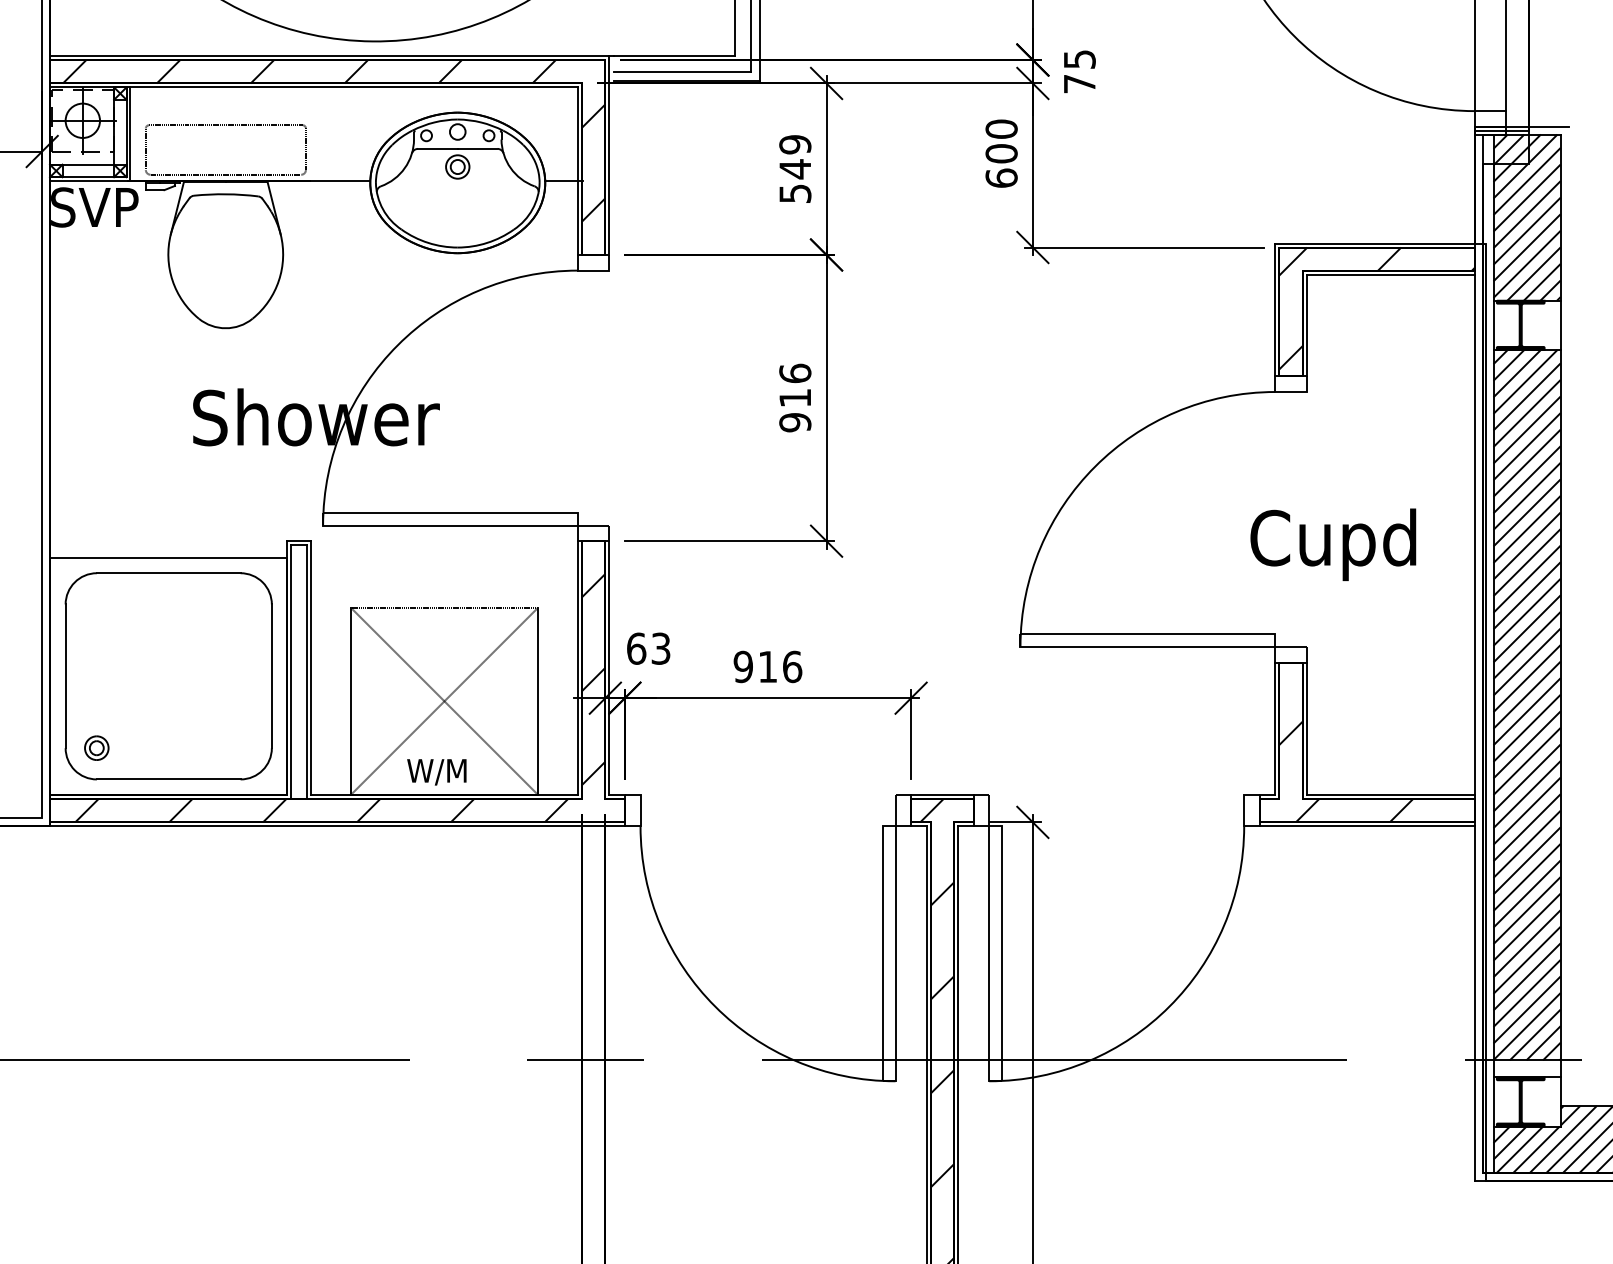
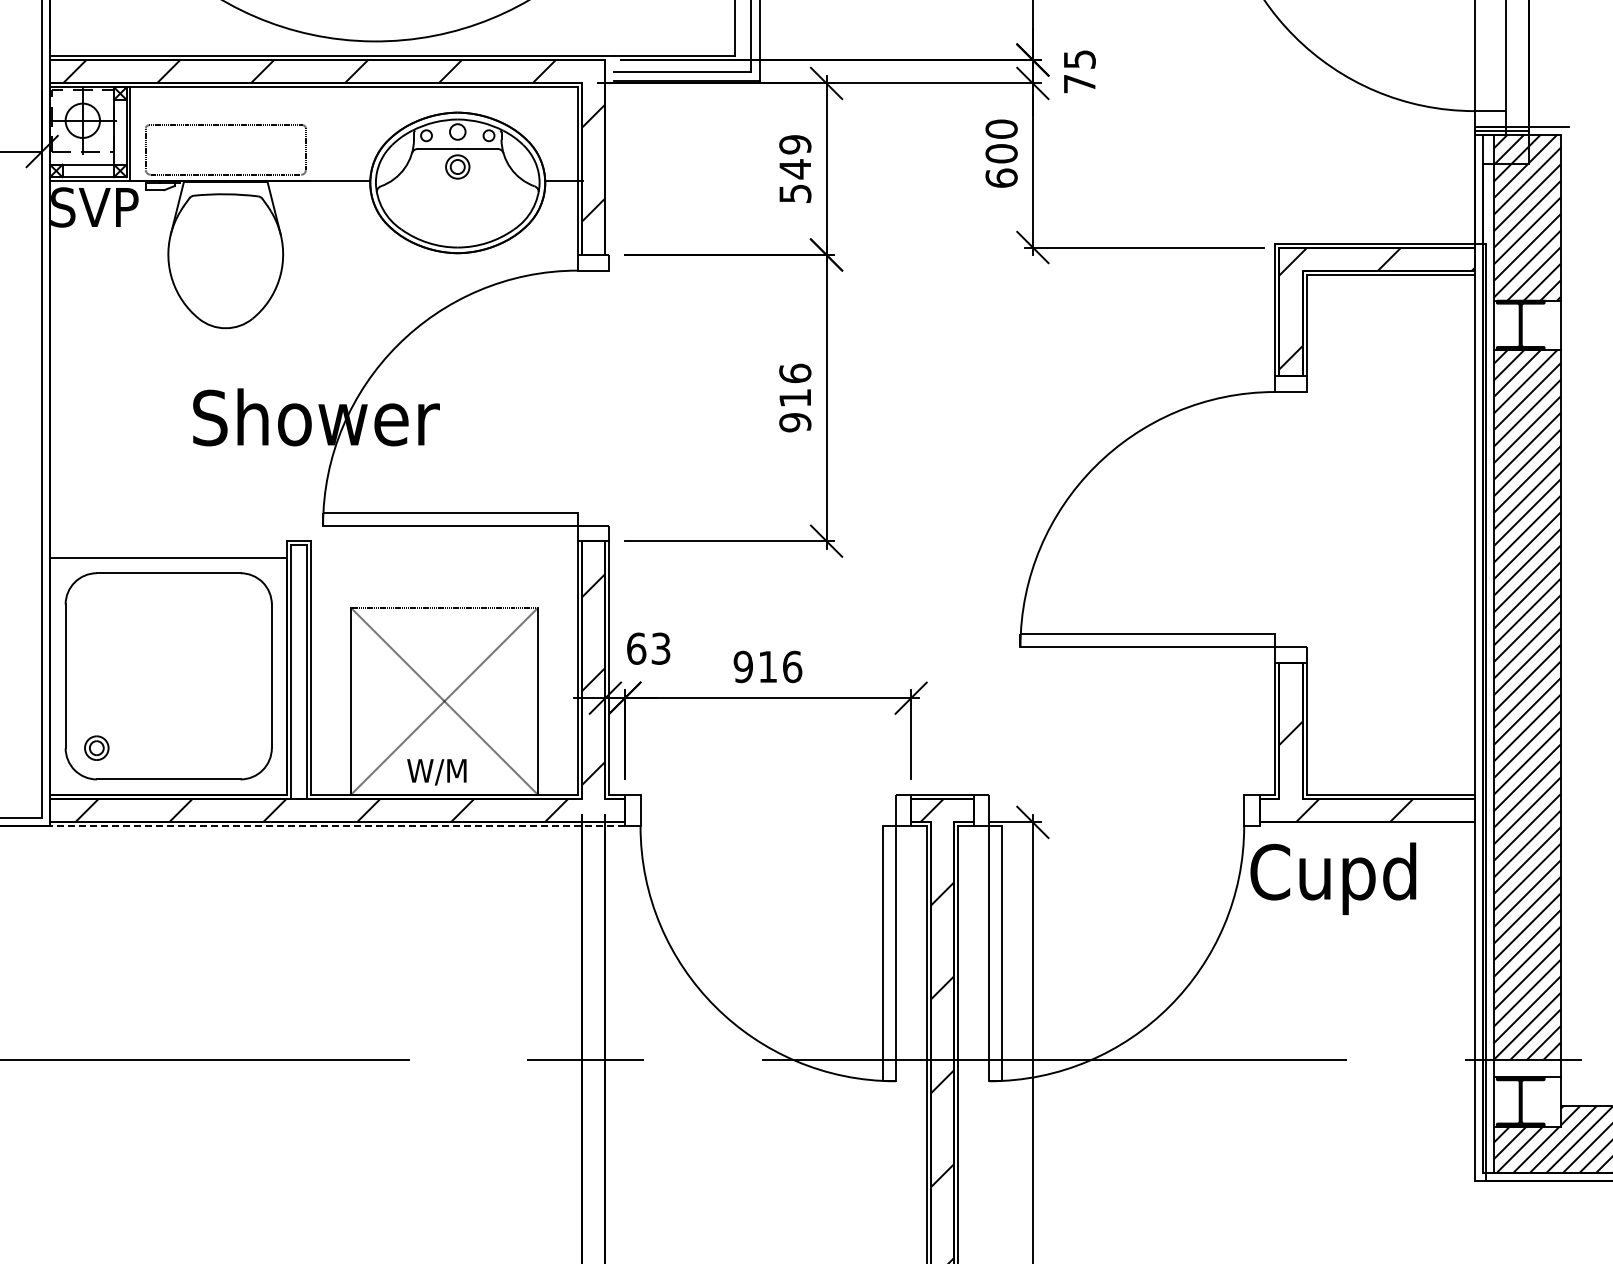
line at (609, 155): present -> none
text at (1333, 544) position: (1333, 544) -> (1333, 878)
line at (333, 826): solid -> dashed
line at (1366, 826): present -> none
